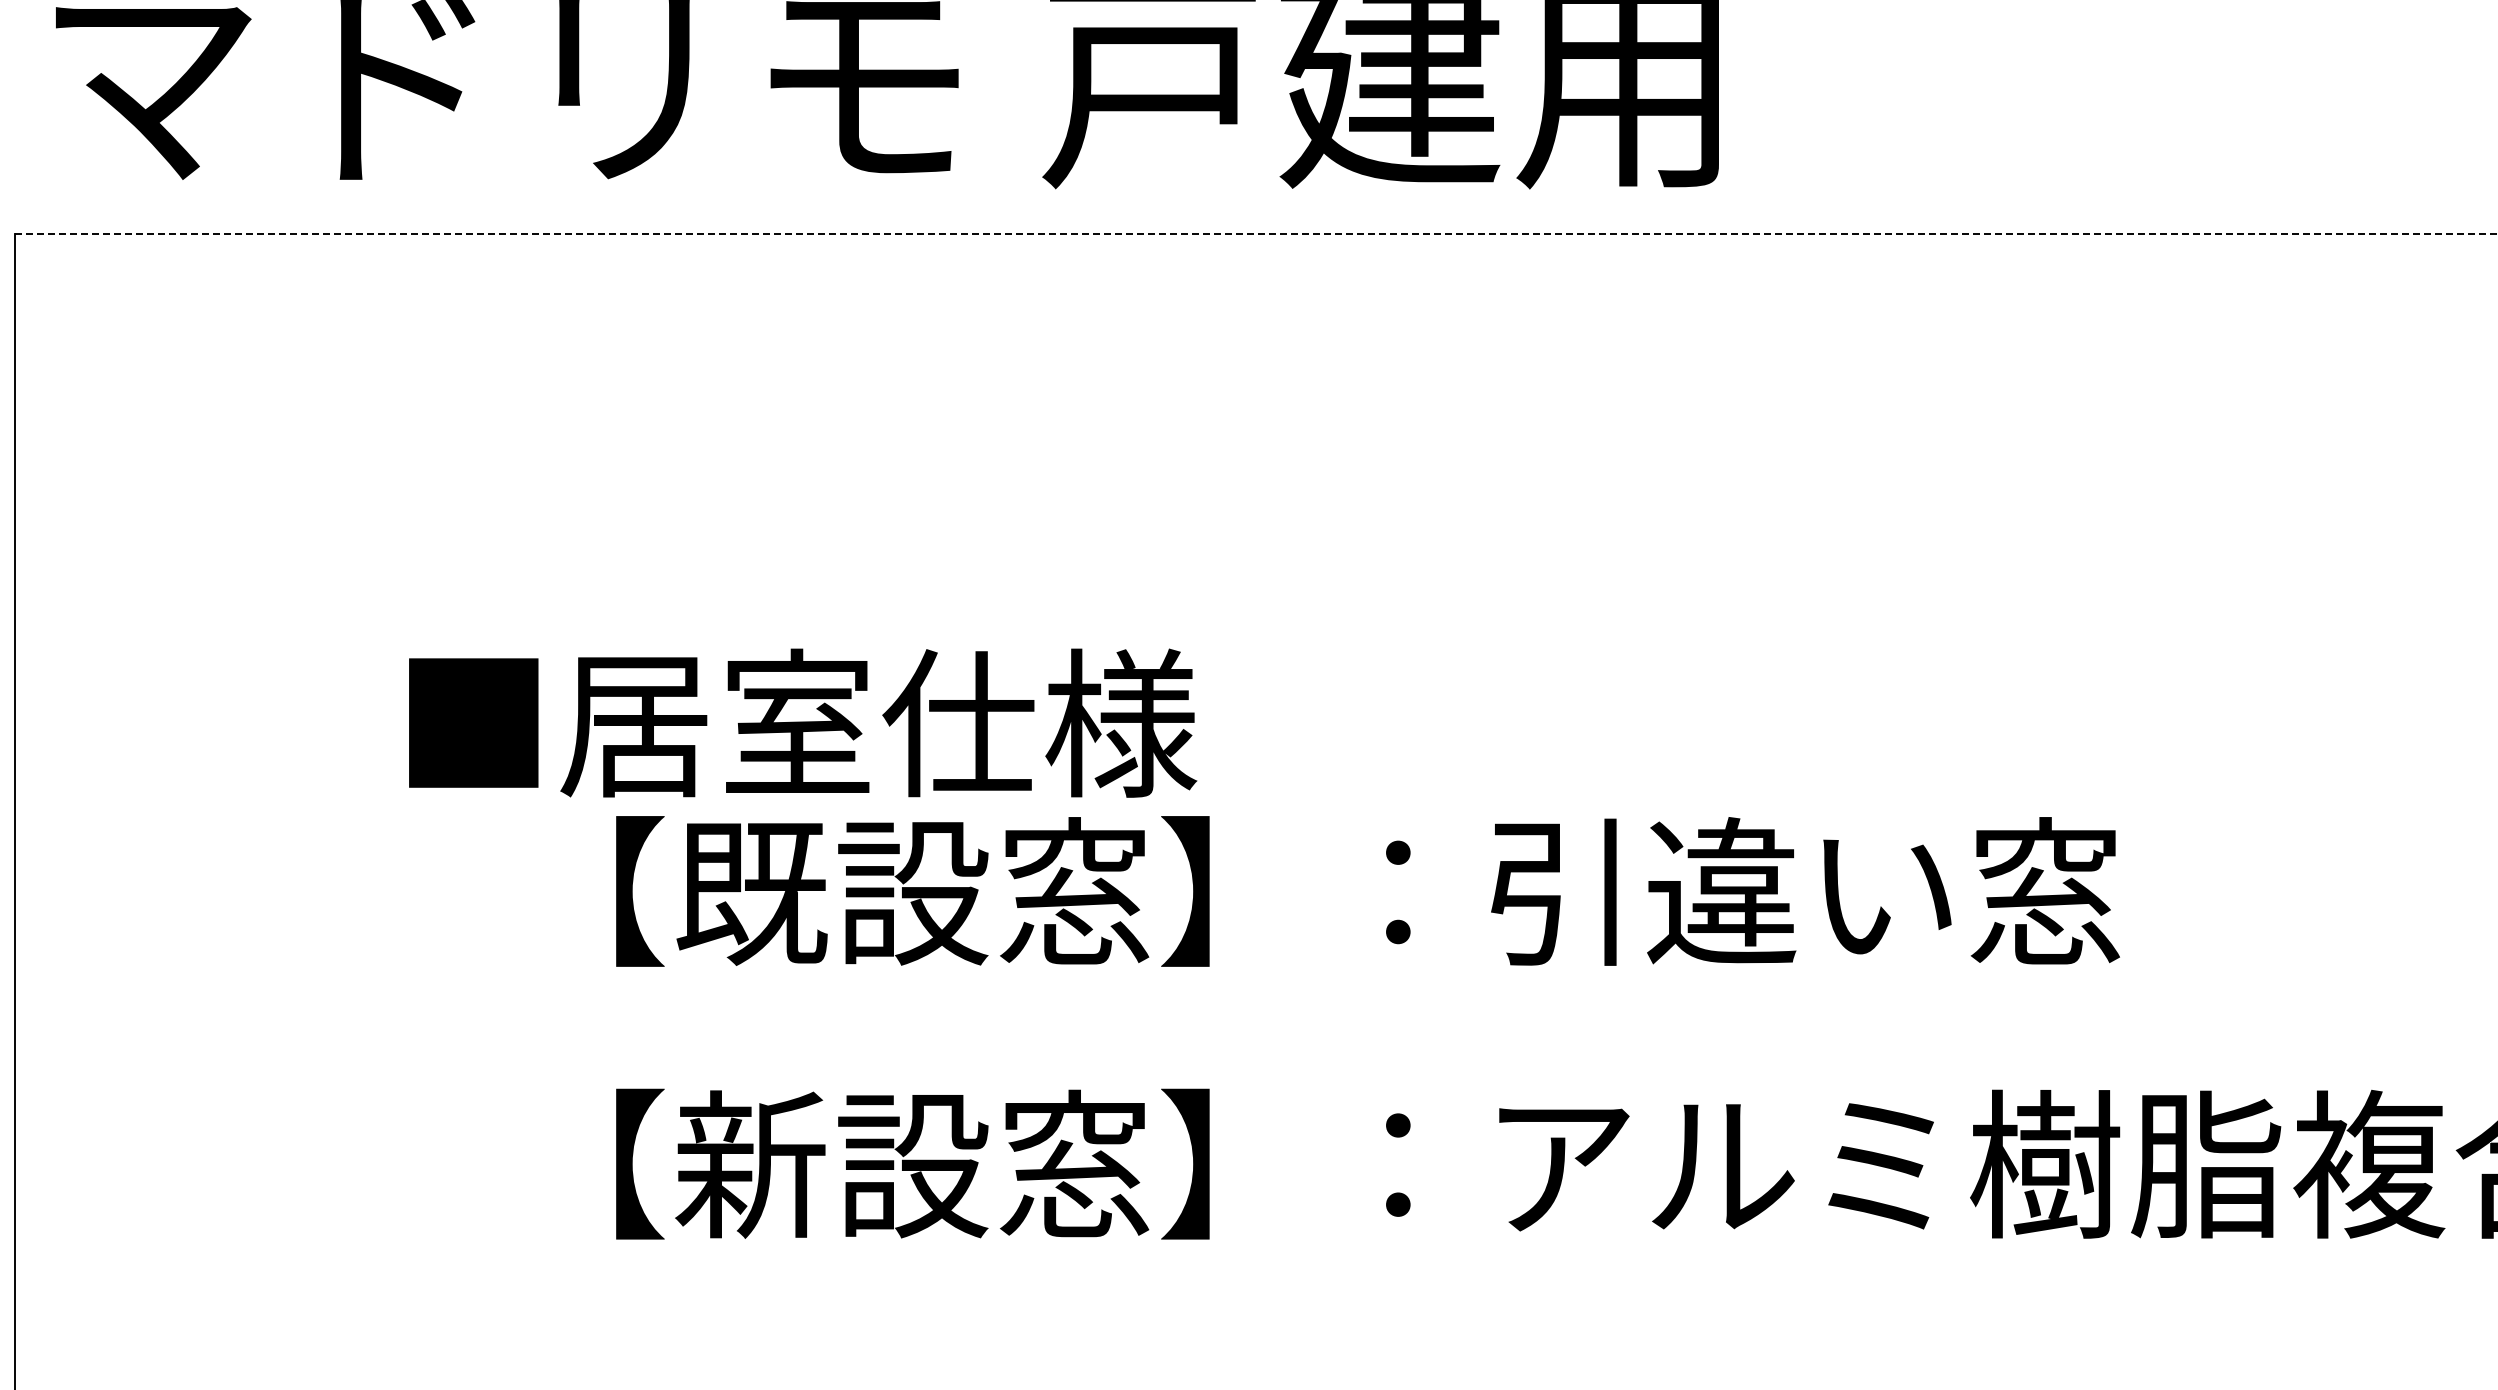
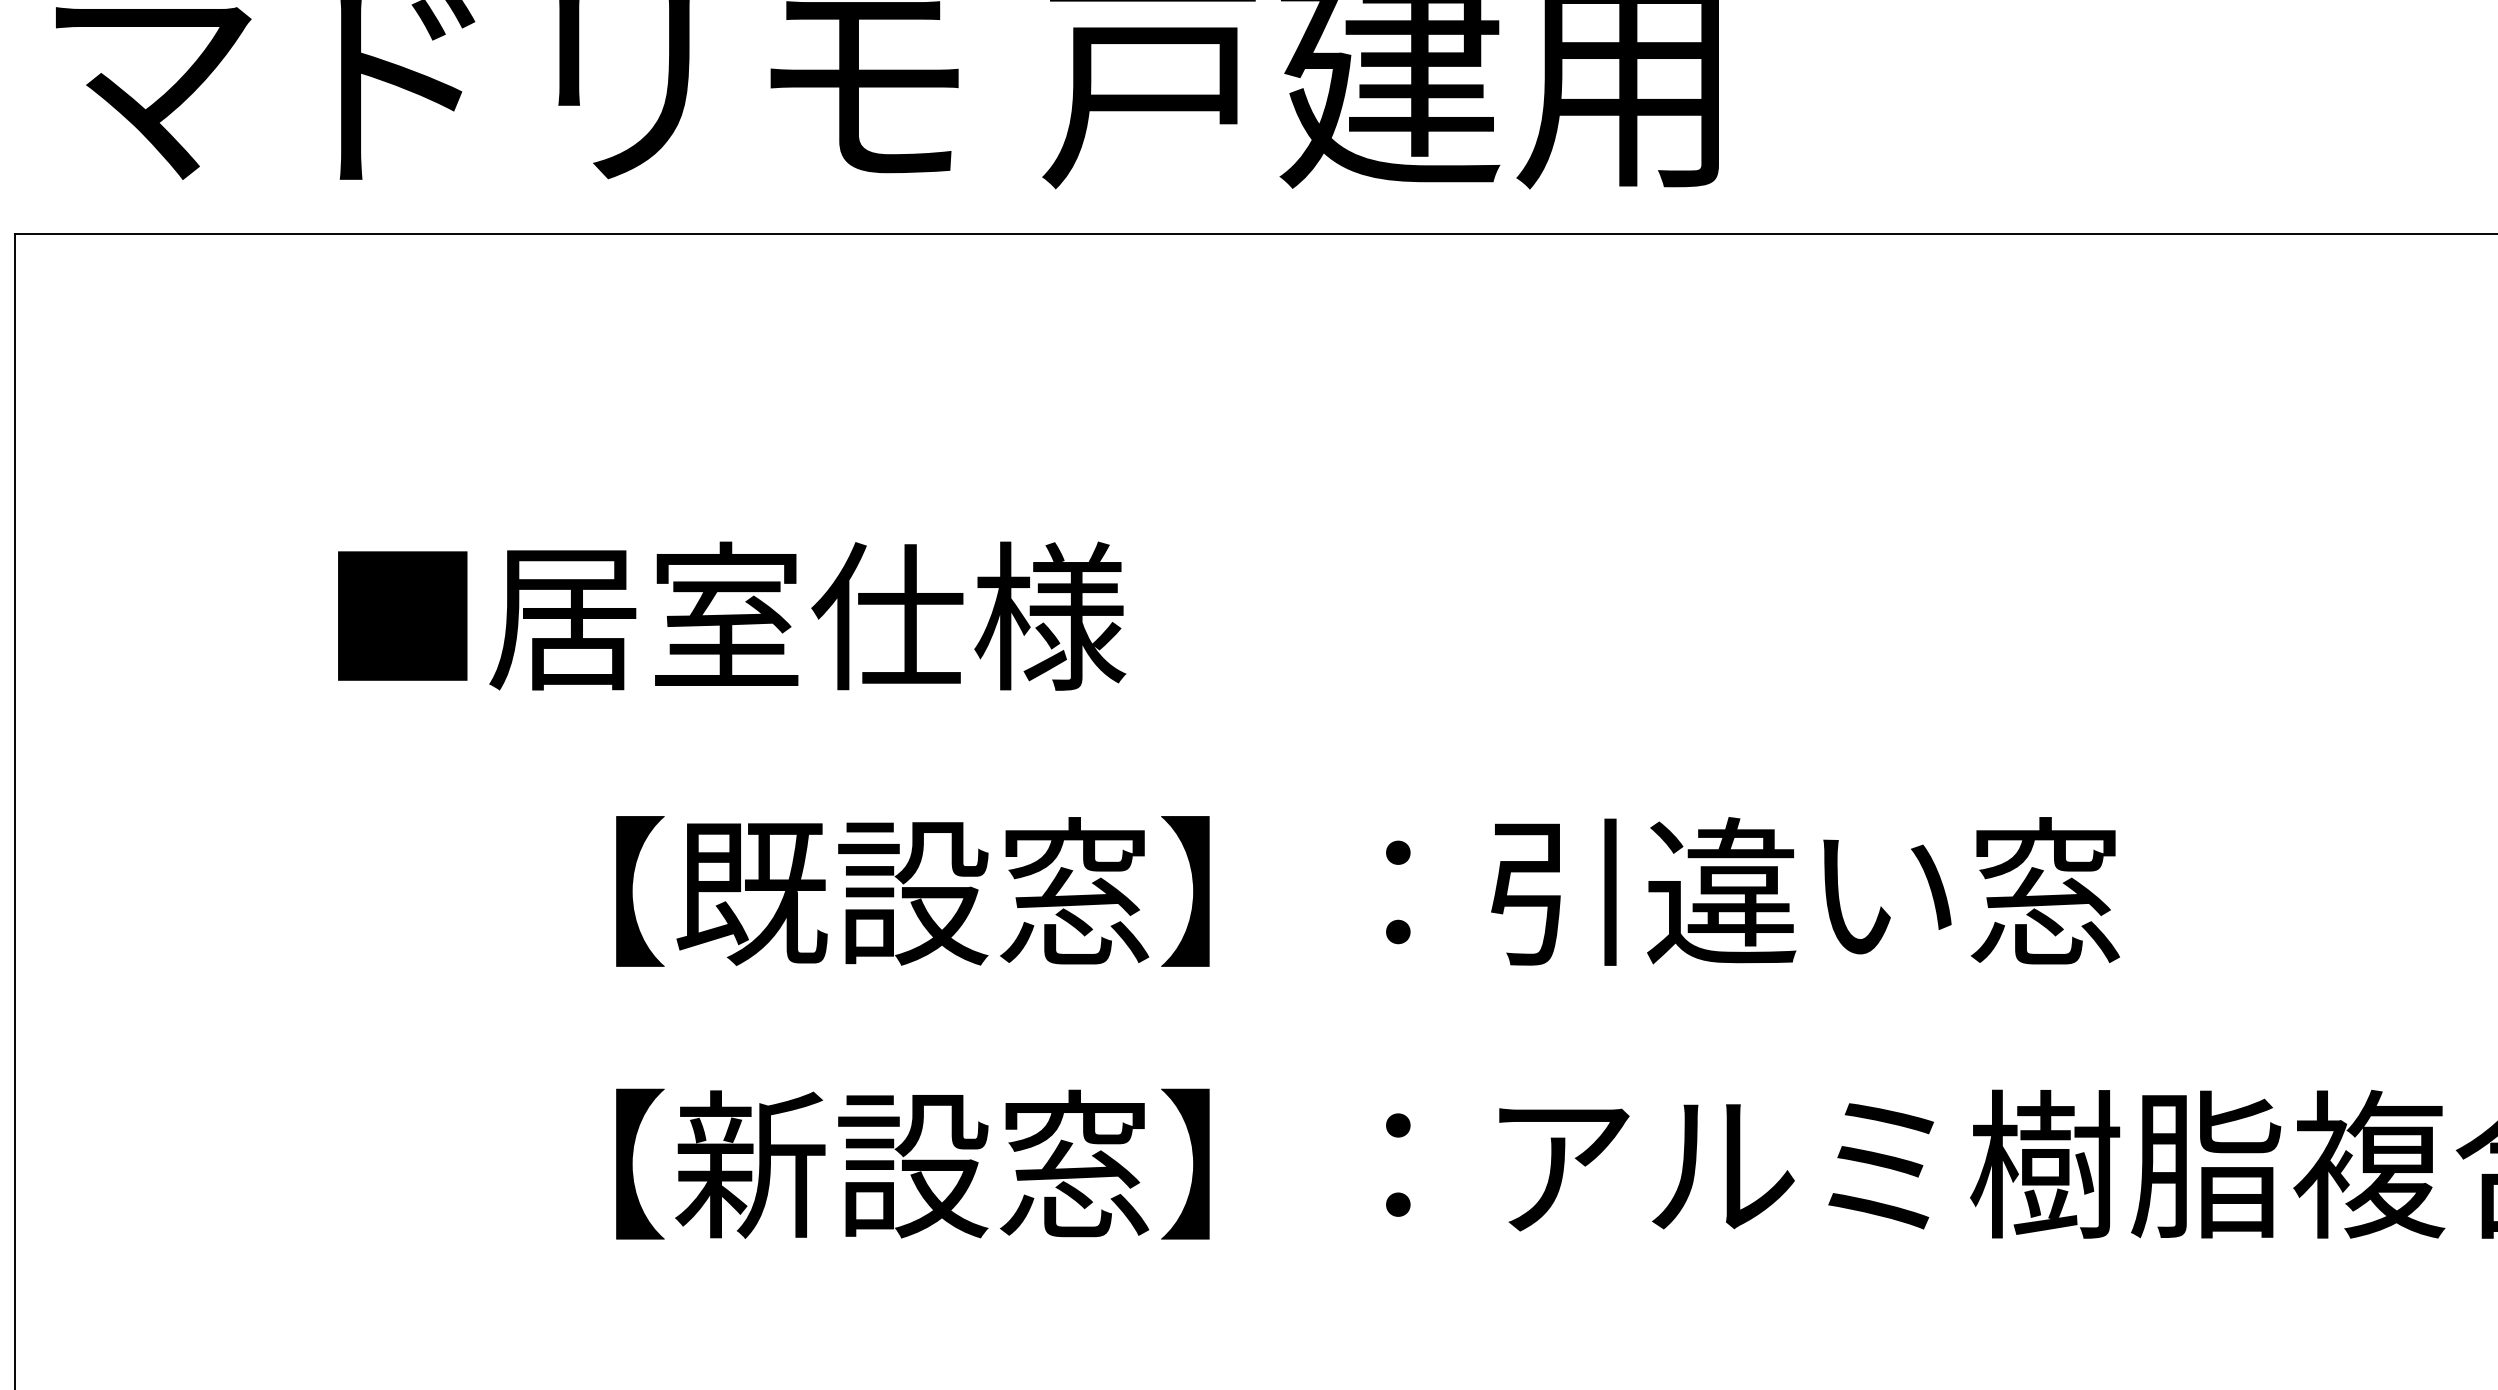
line at (1256, 233): dashed -> solid
text at (803, 722) position: (803, 722) -> (732, 615)
